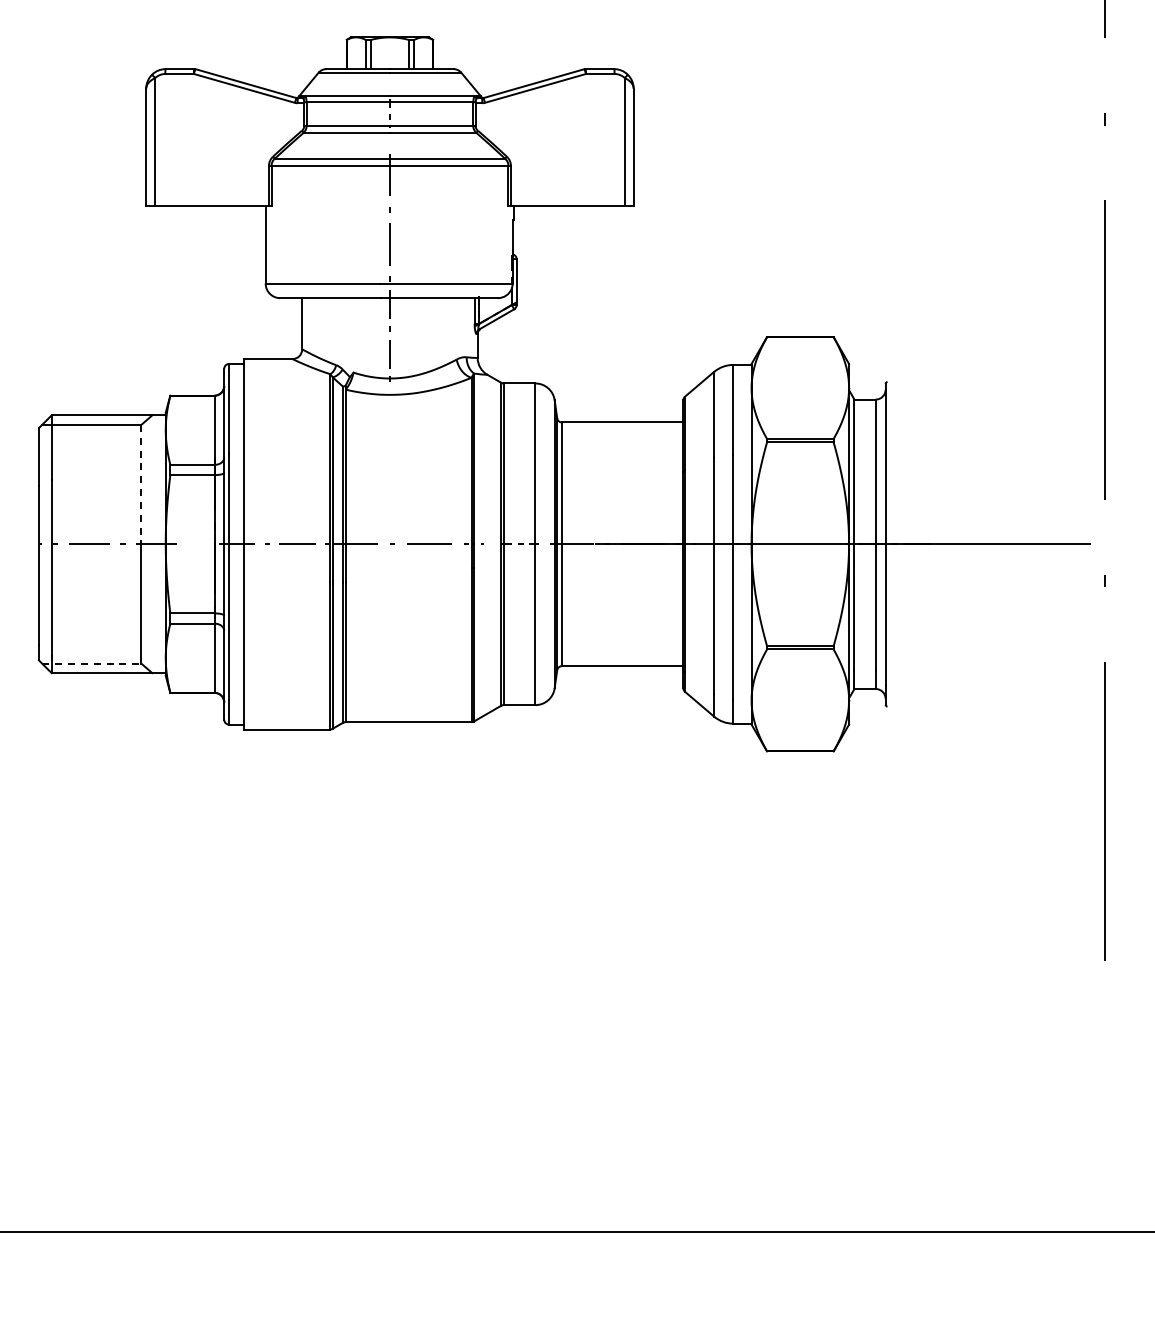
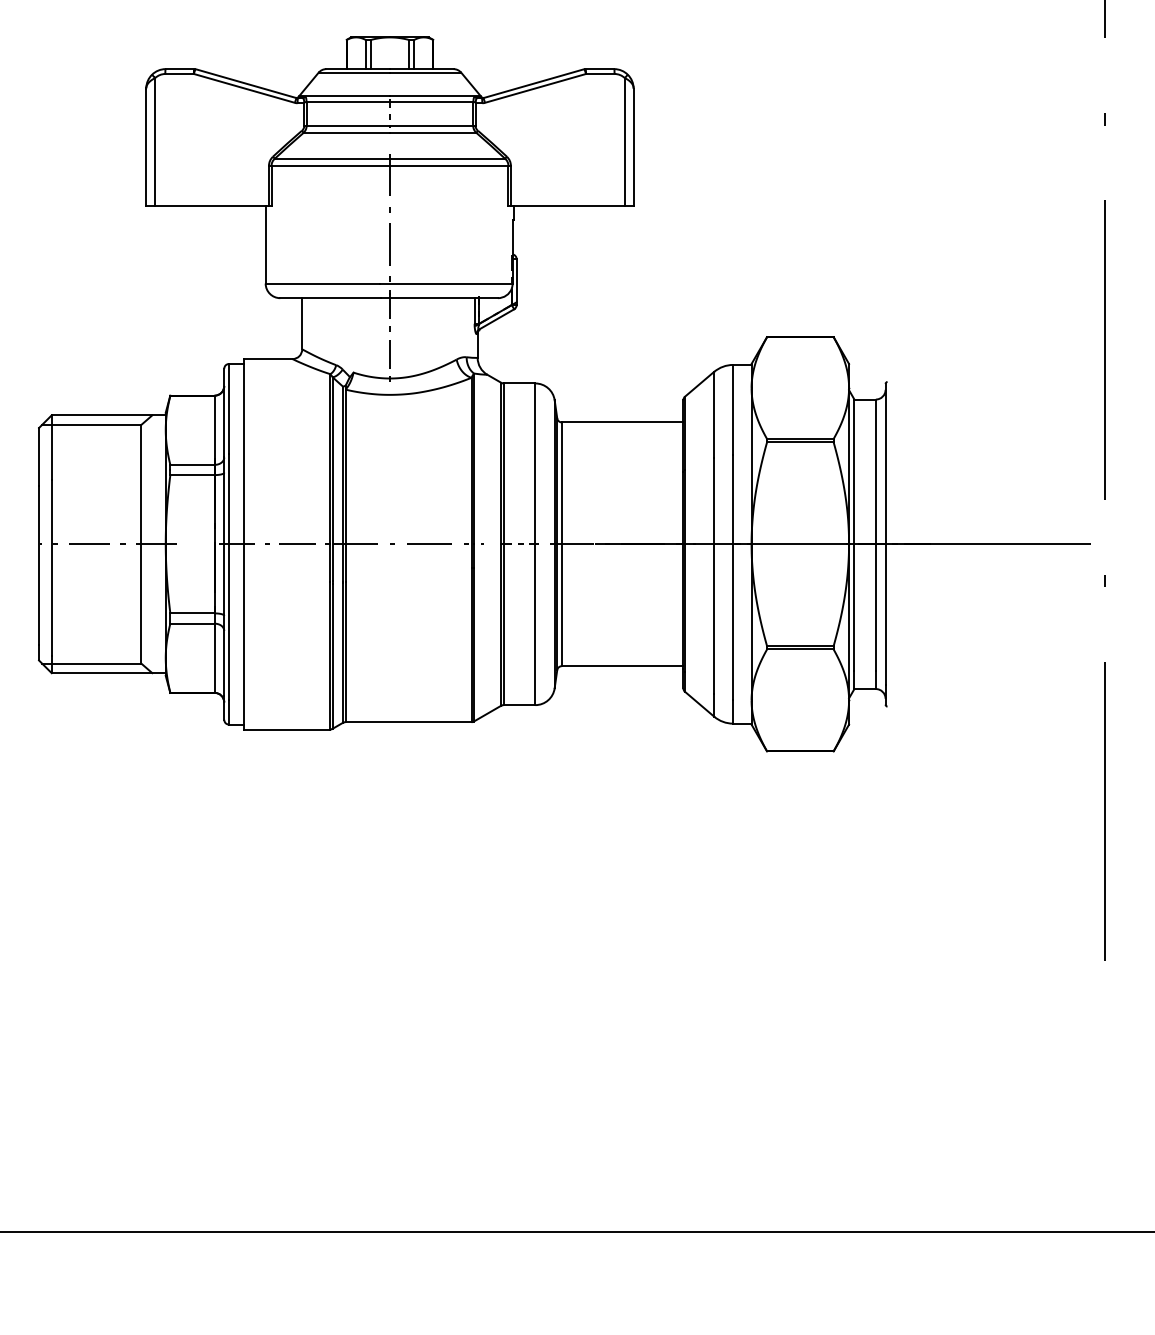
line at (141, 484): dashed -> solid
line at (91, 663): dashed -> solid
